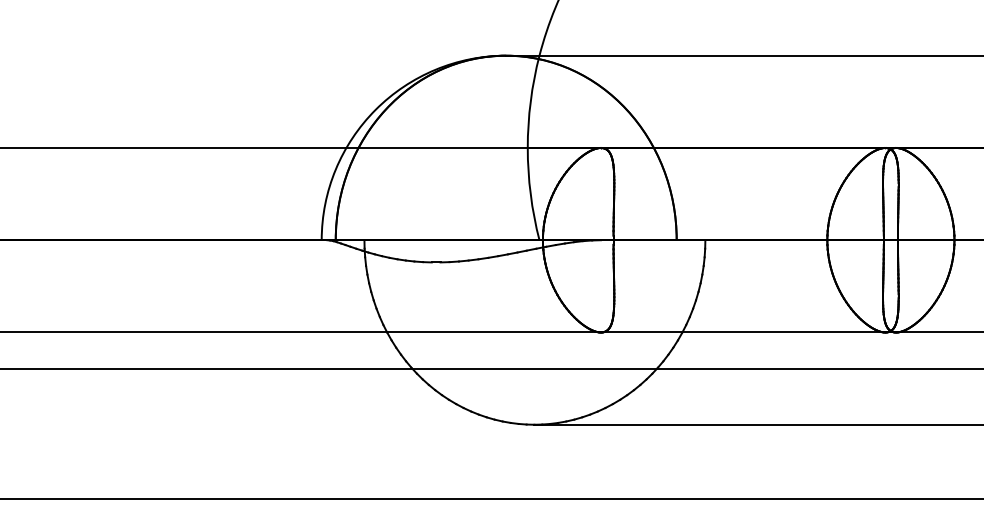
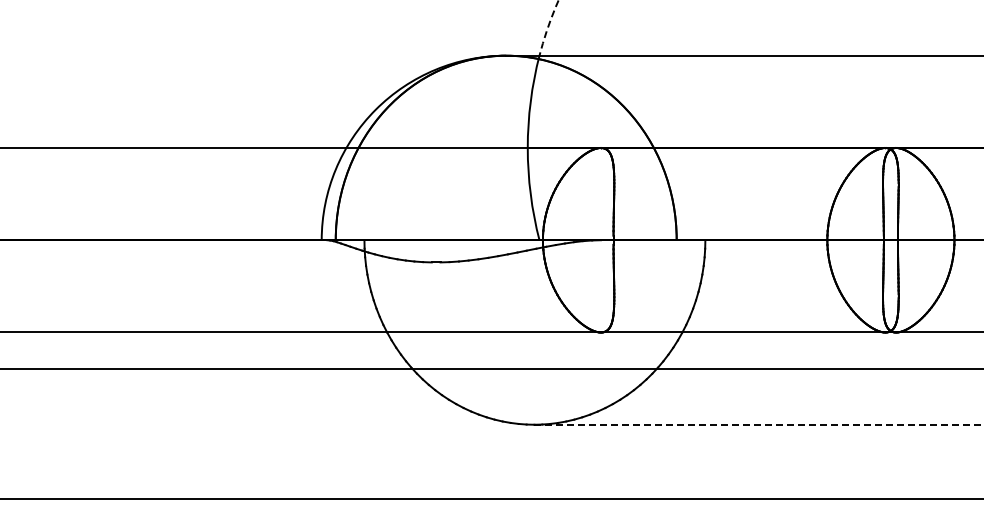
arc at (547, 27): solid -> dashed
line at (759, 424): solid -> dashed
